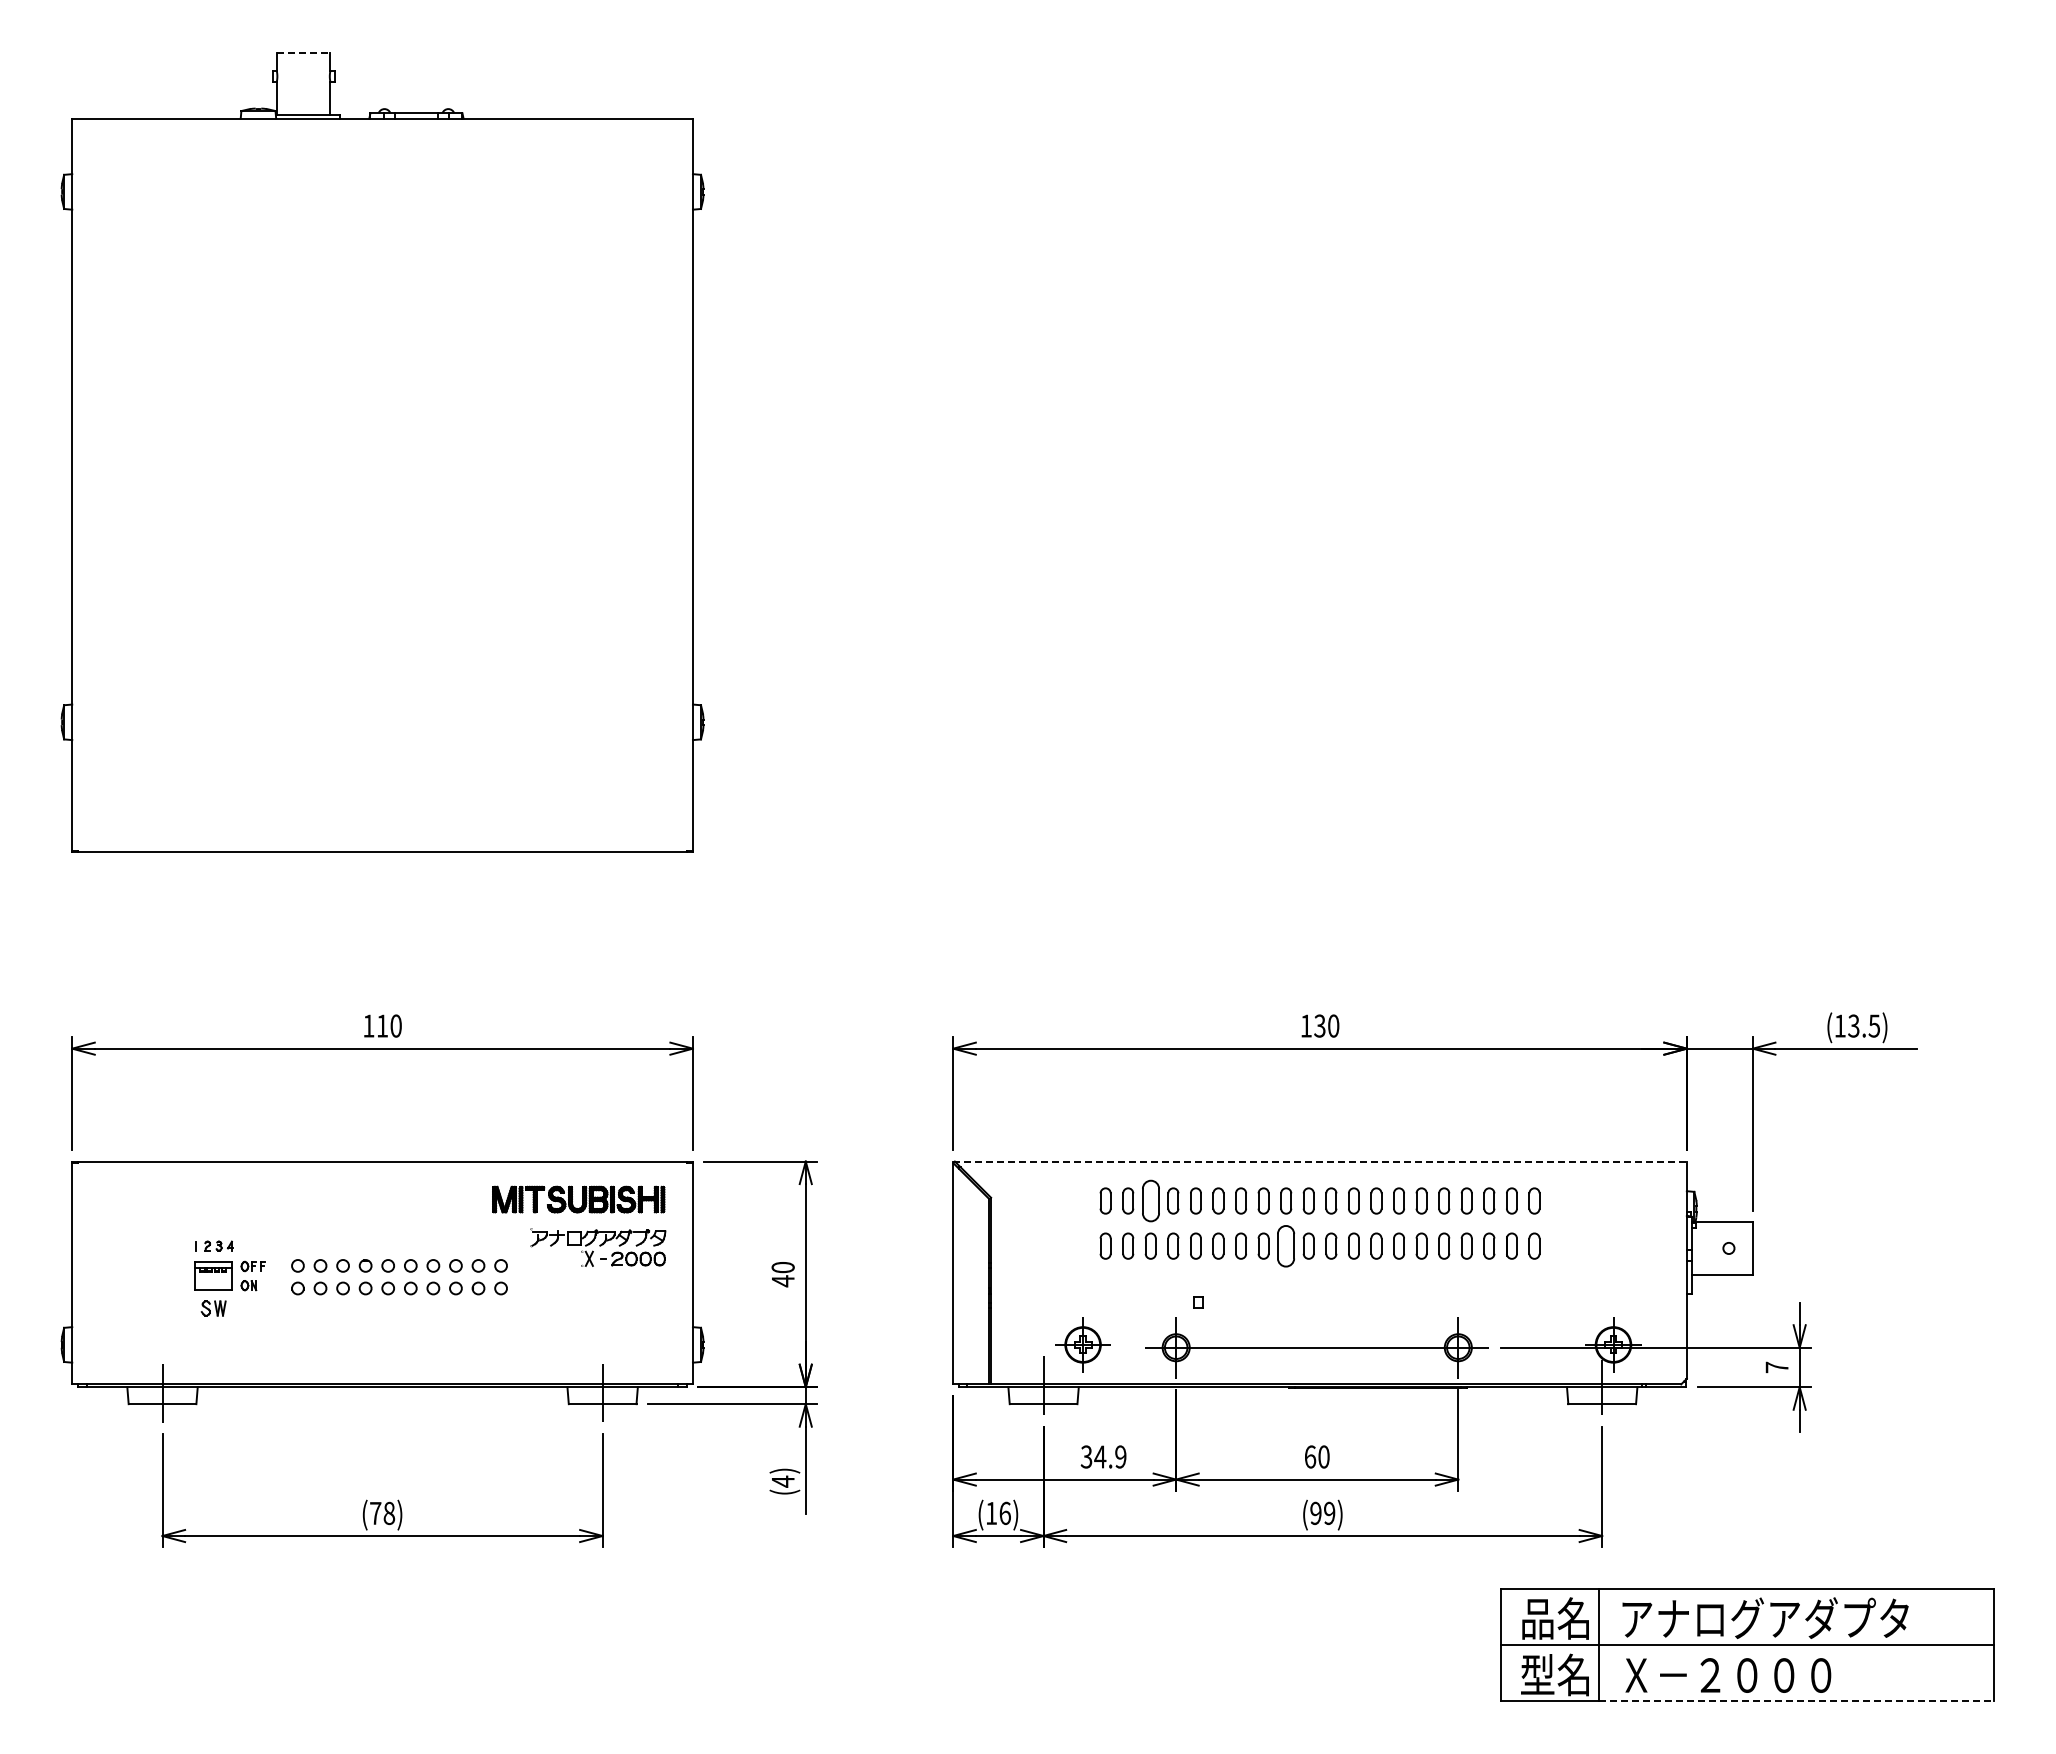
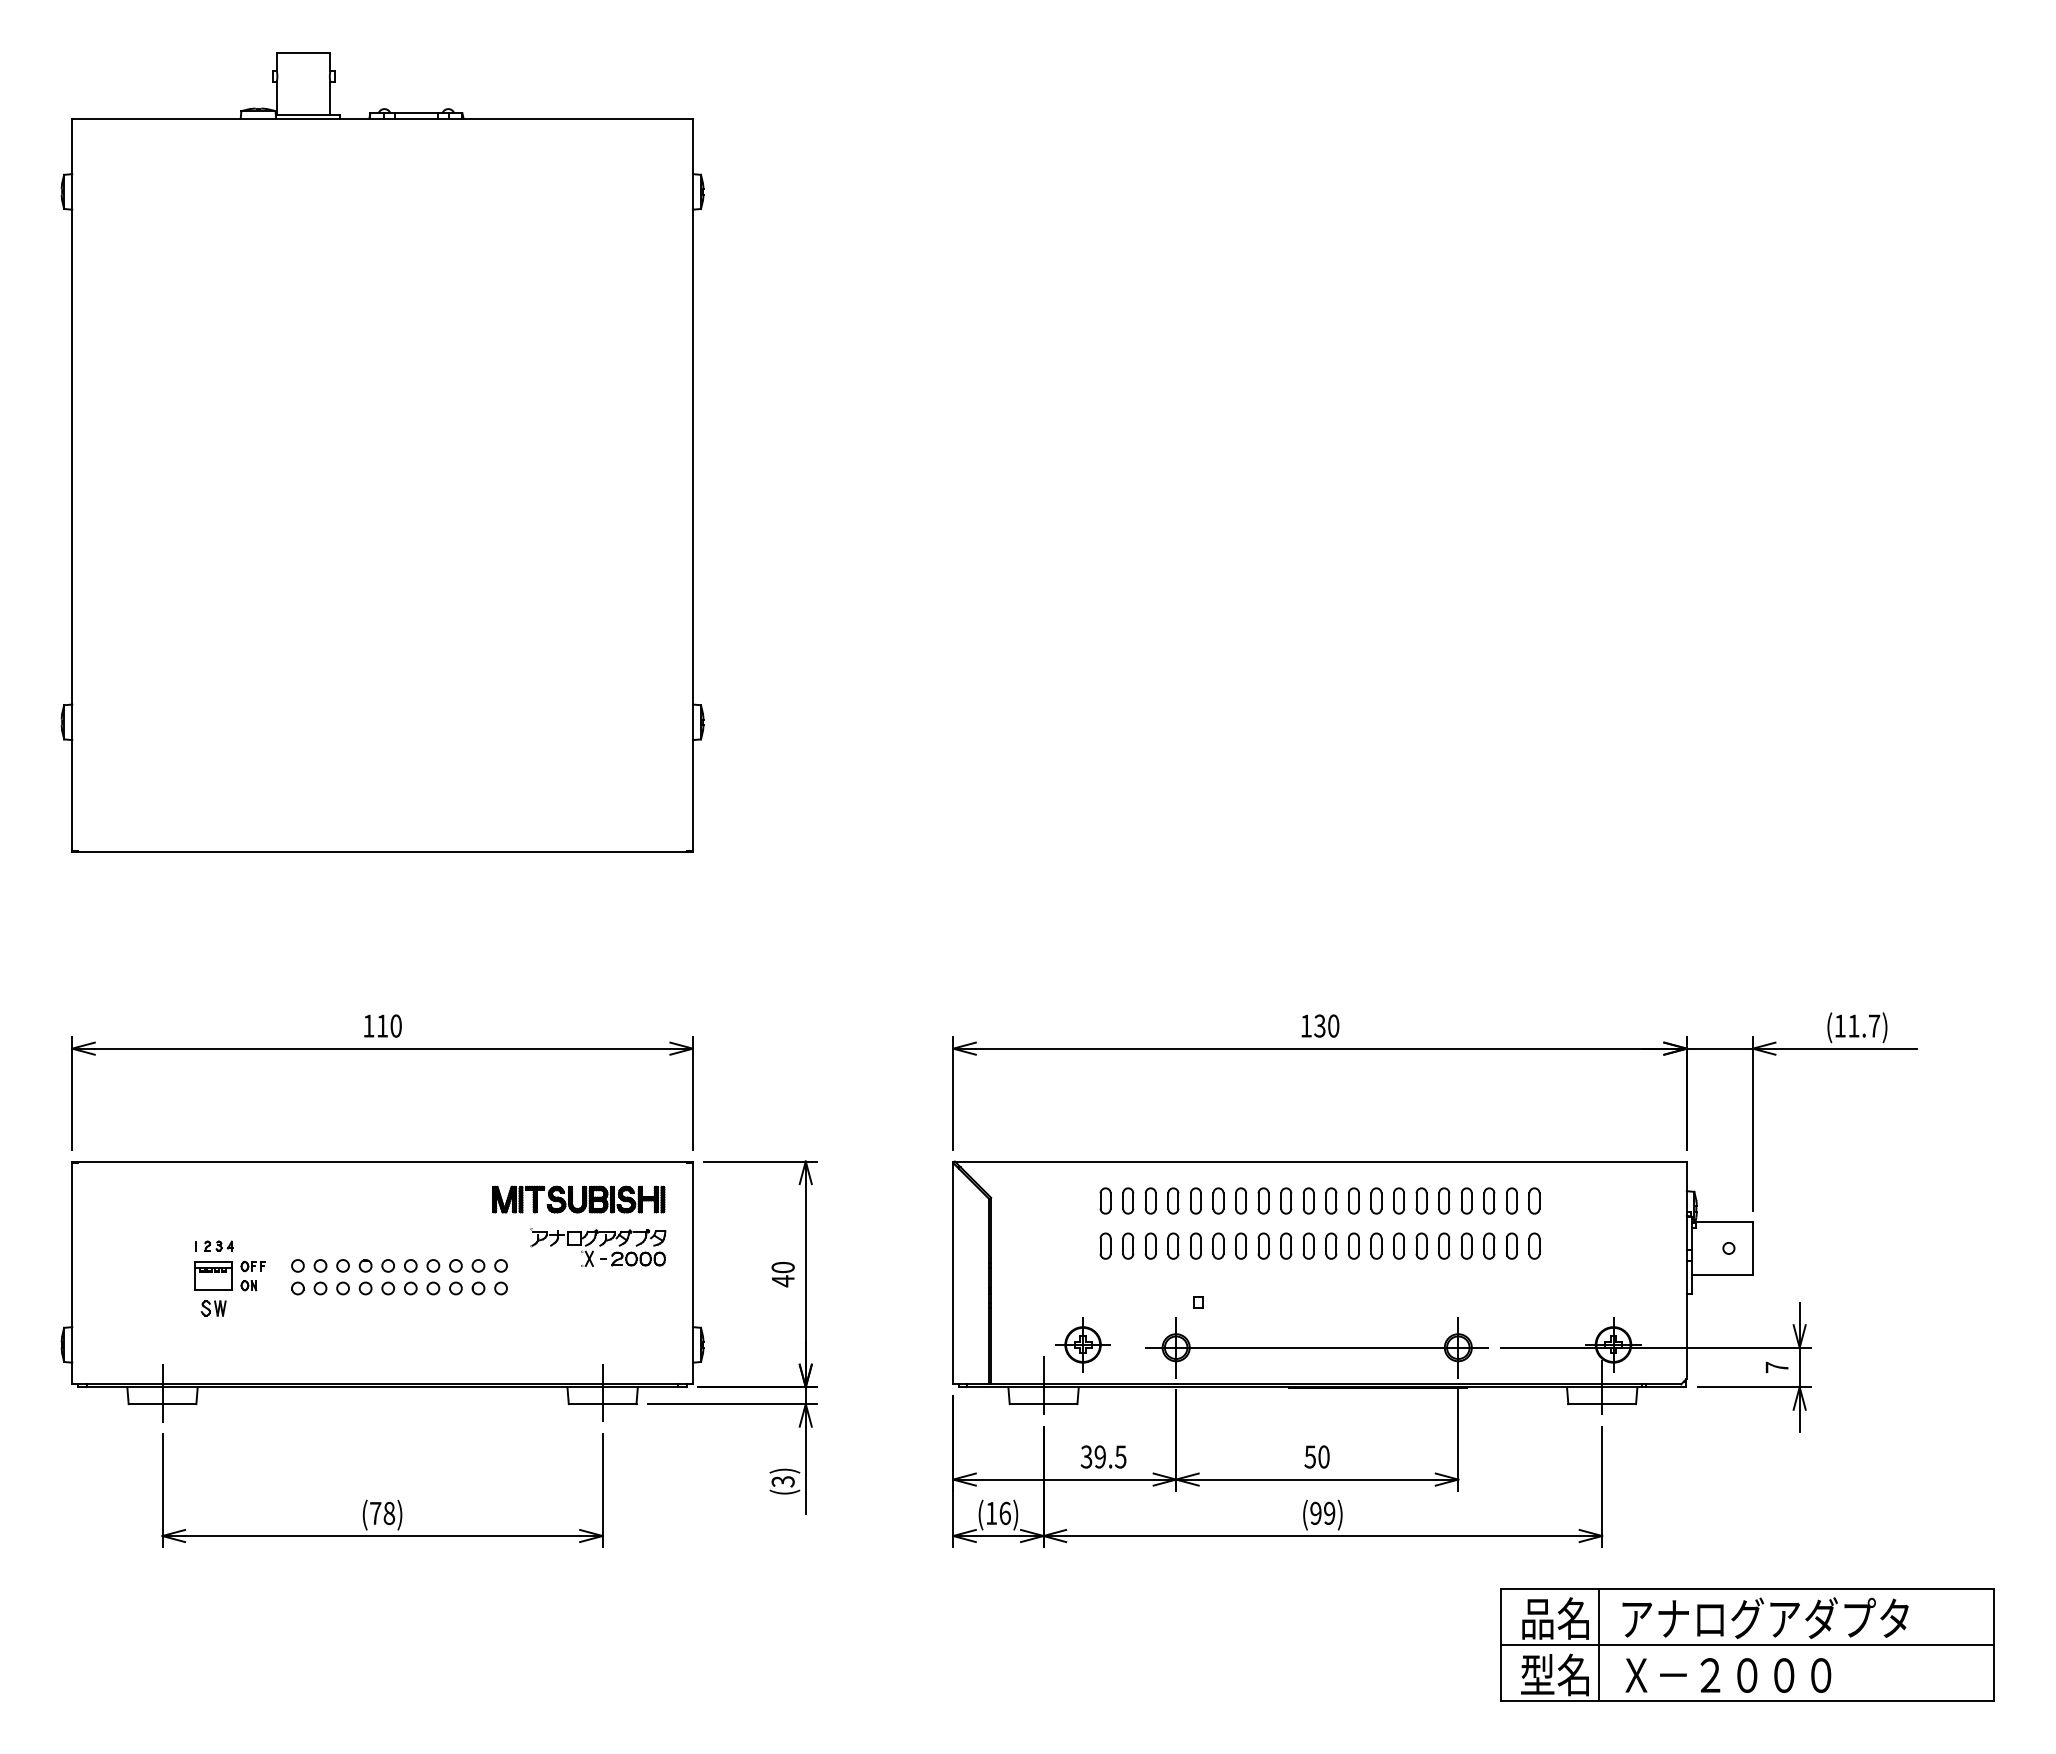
line at (303, 52): dashed -> solid
text at (1864, 1025): (13.5) -> (11.7)
line at (1320, 1161): dashed -> solid
part at (1150, 1200) size: 18x44 px -> 13x28 px
part at (1285, 1246) size: 18x43 px -> 13x28 px
text at (1110, 1456): 34.9 -> 39.5
text at (1310, 1456): 60 -> 50
text at (782, 1481): (4) -> (3)
line at (1797, 1701): dashed -> solid
